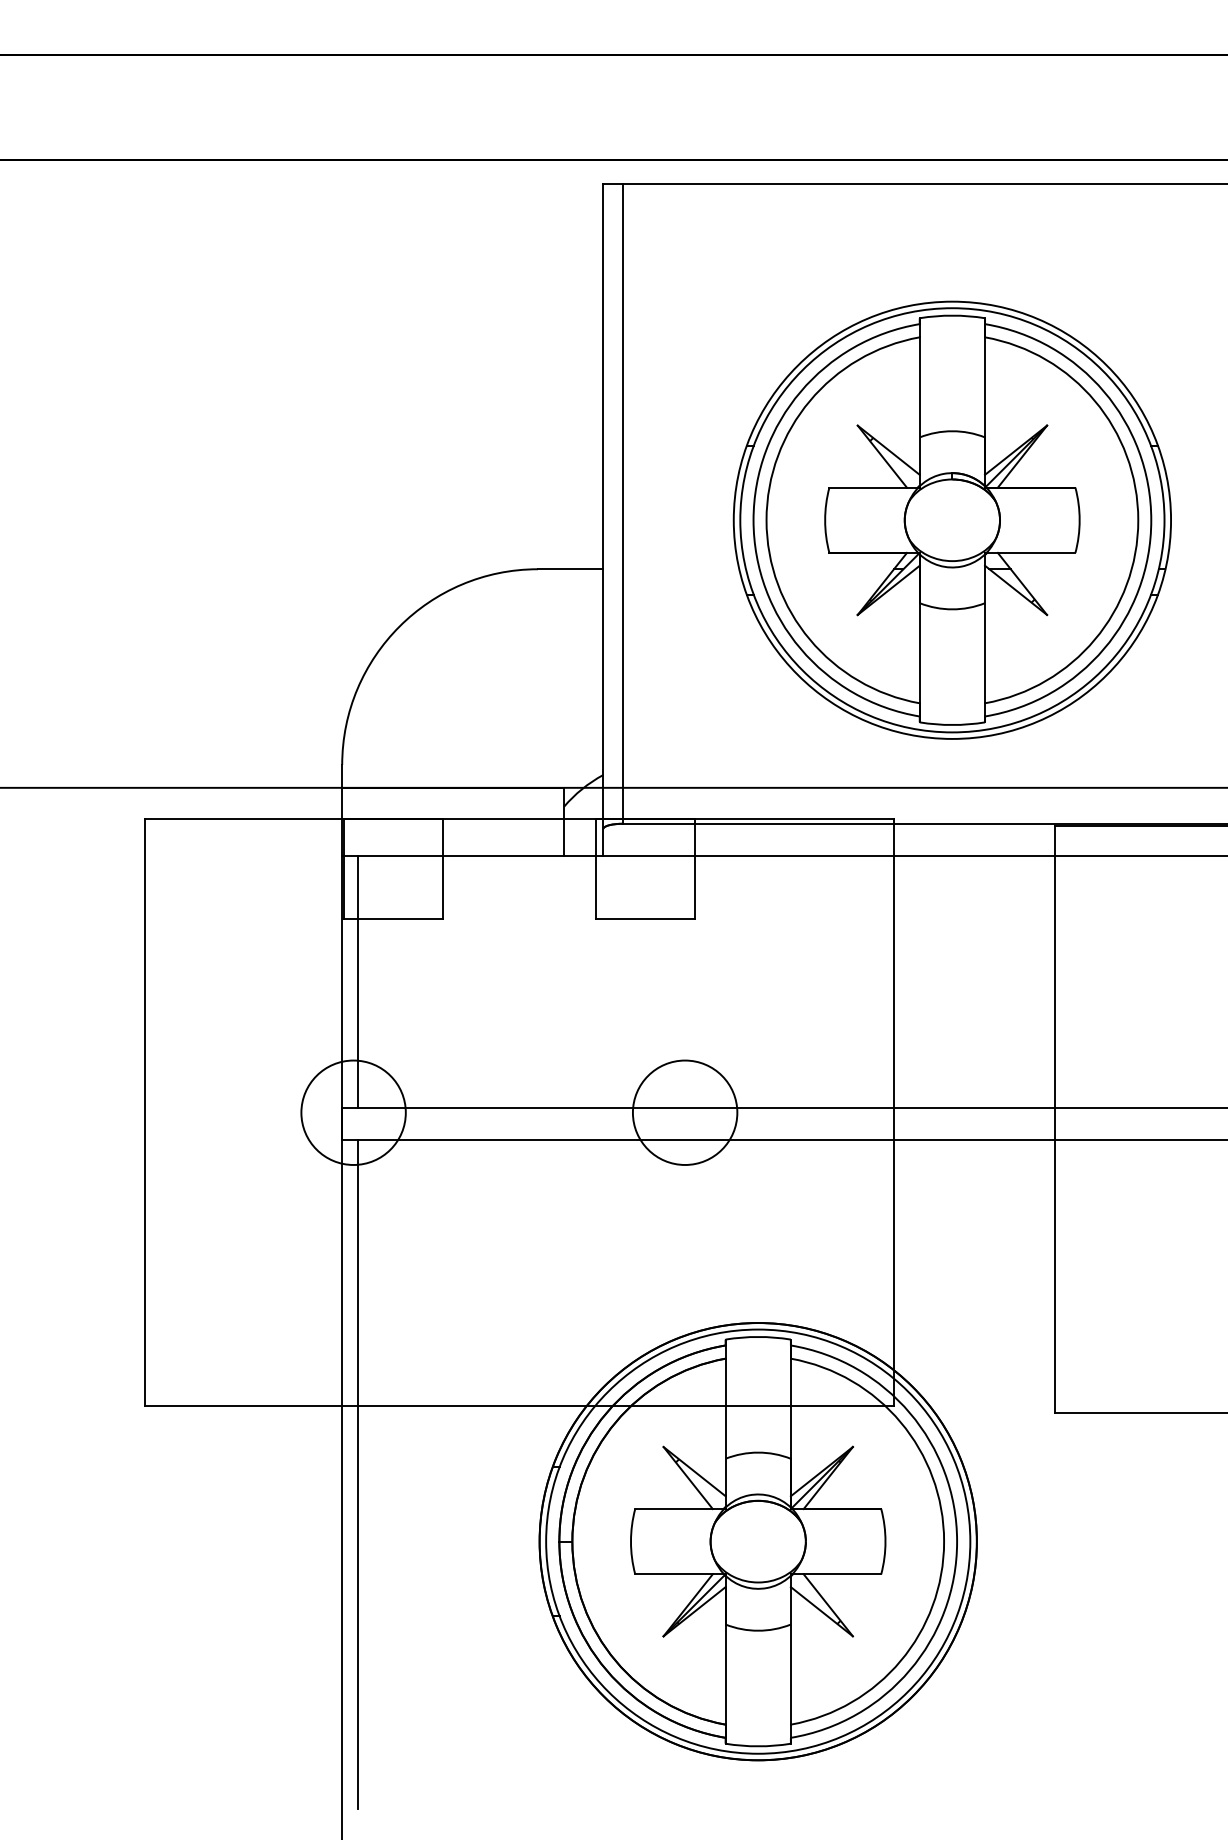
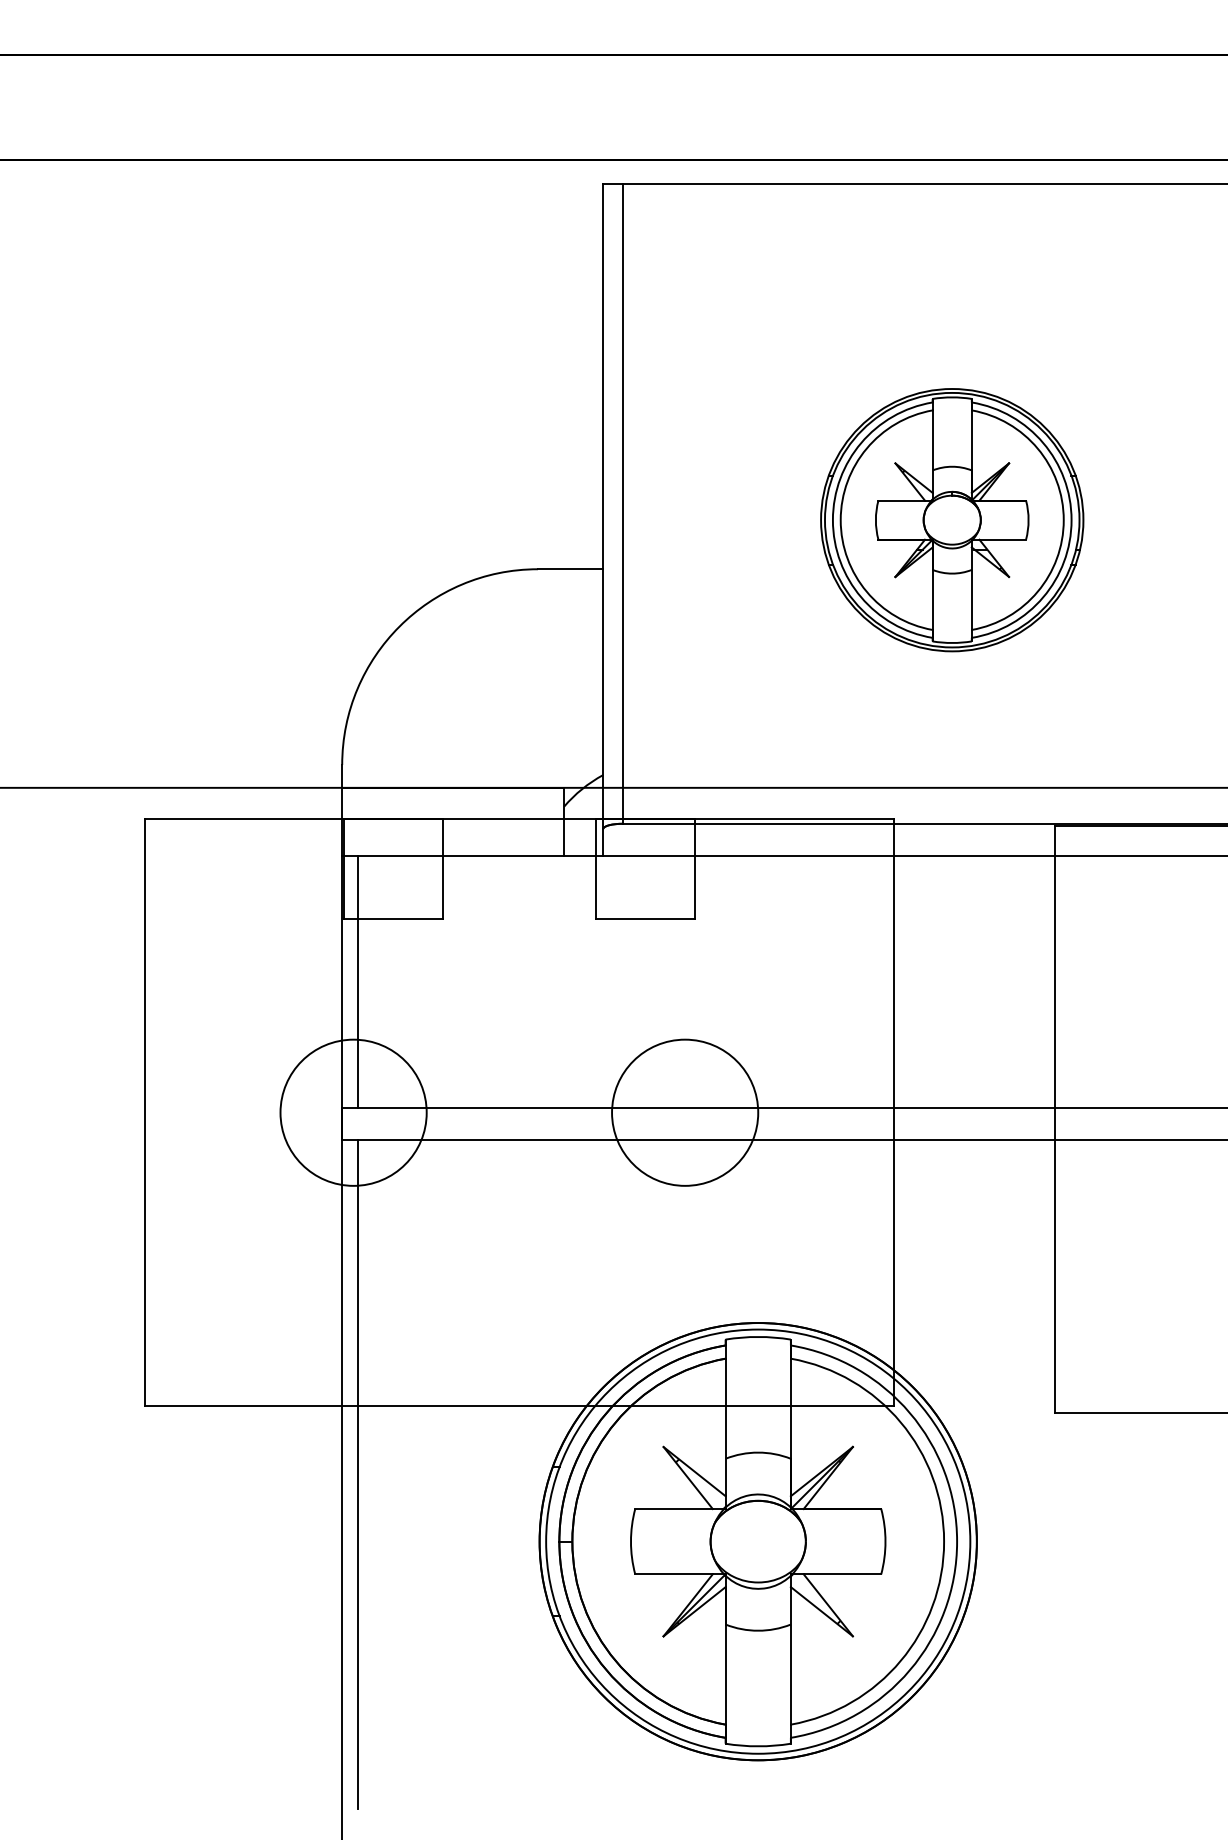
part at (951, 519) size: 440x440 px -> 265x265 px
circle at (353, 1112) diameter: 104 px -> 146 px
circle at (684, 1112) diameter: 104 px -> 146 px
